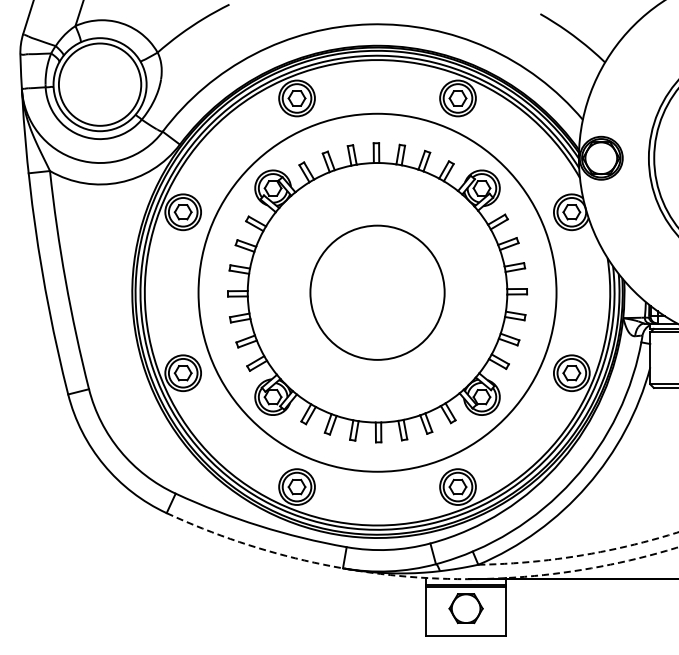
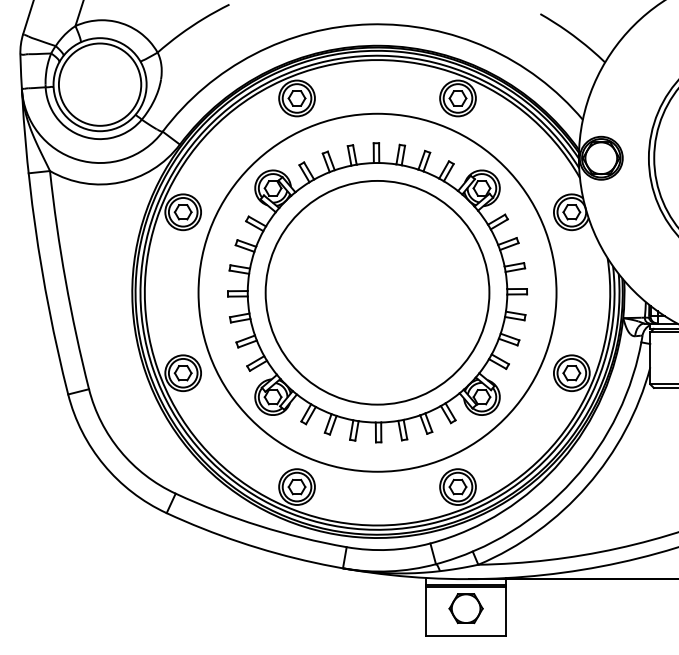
circle at (377, 292) diameter: 134 px -> 224 px
arc at (580, 555): dashed -> solid
arc at (420, 577): dashed -> solid
